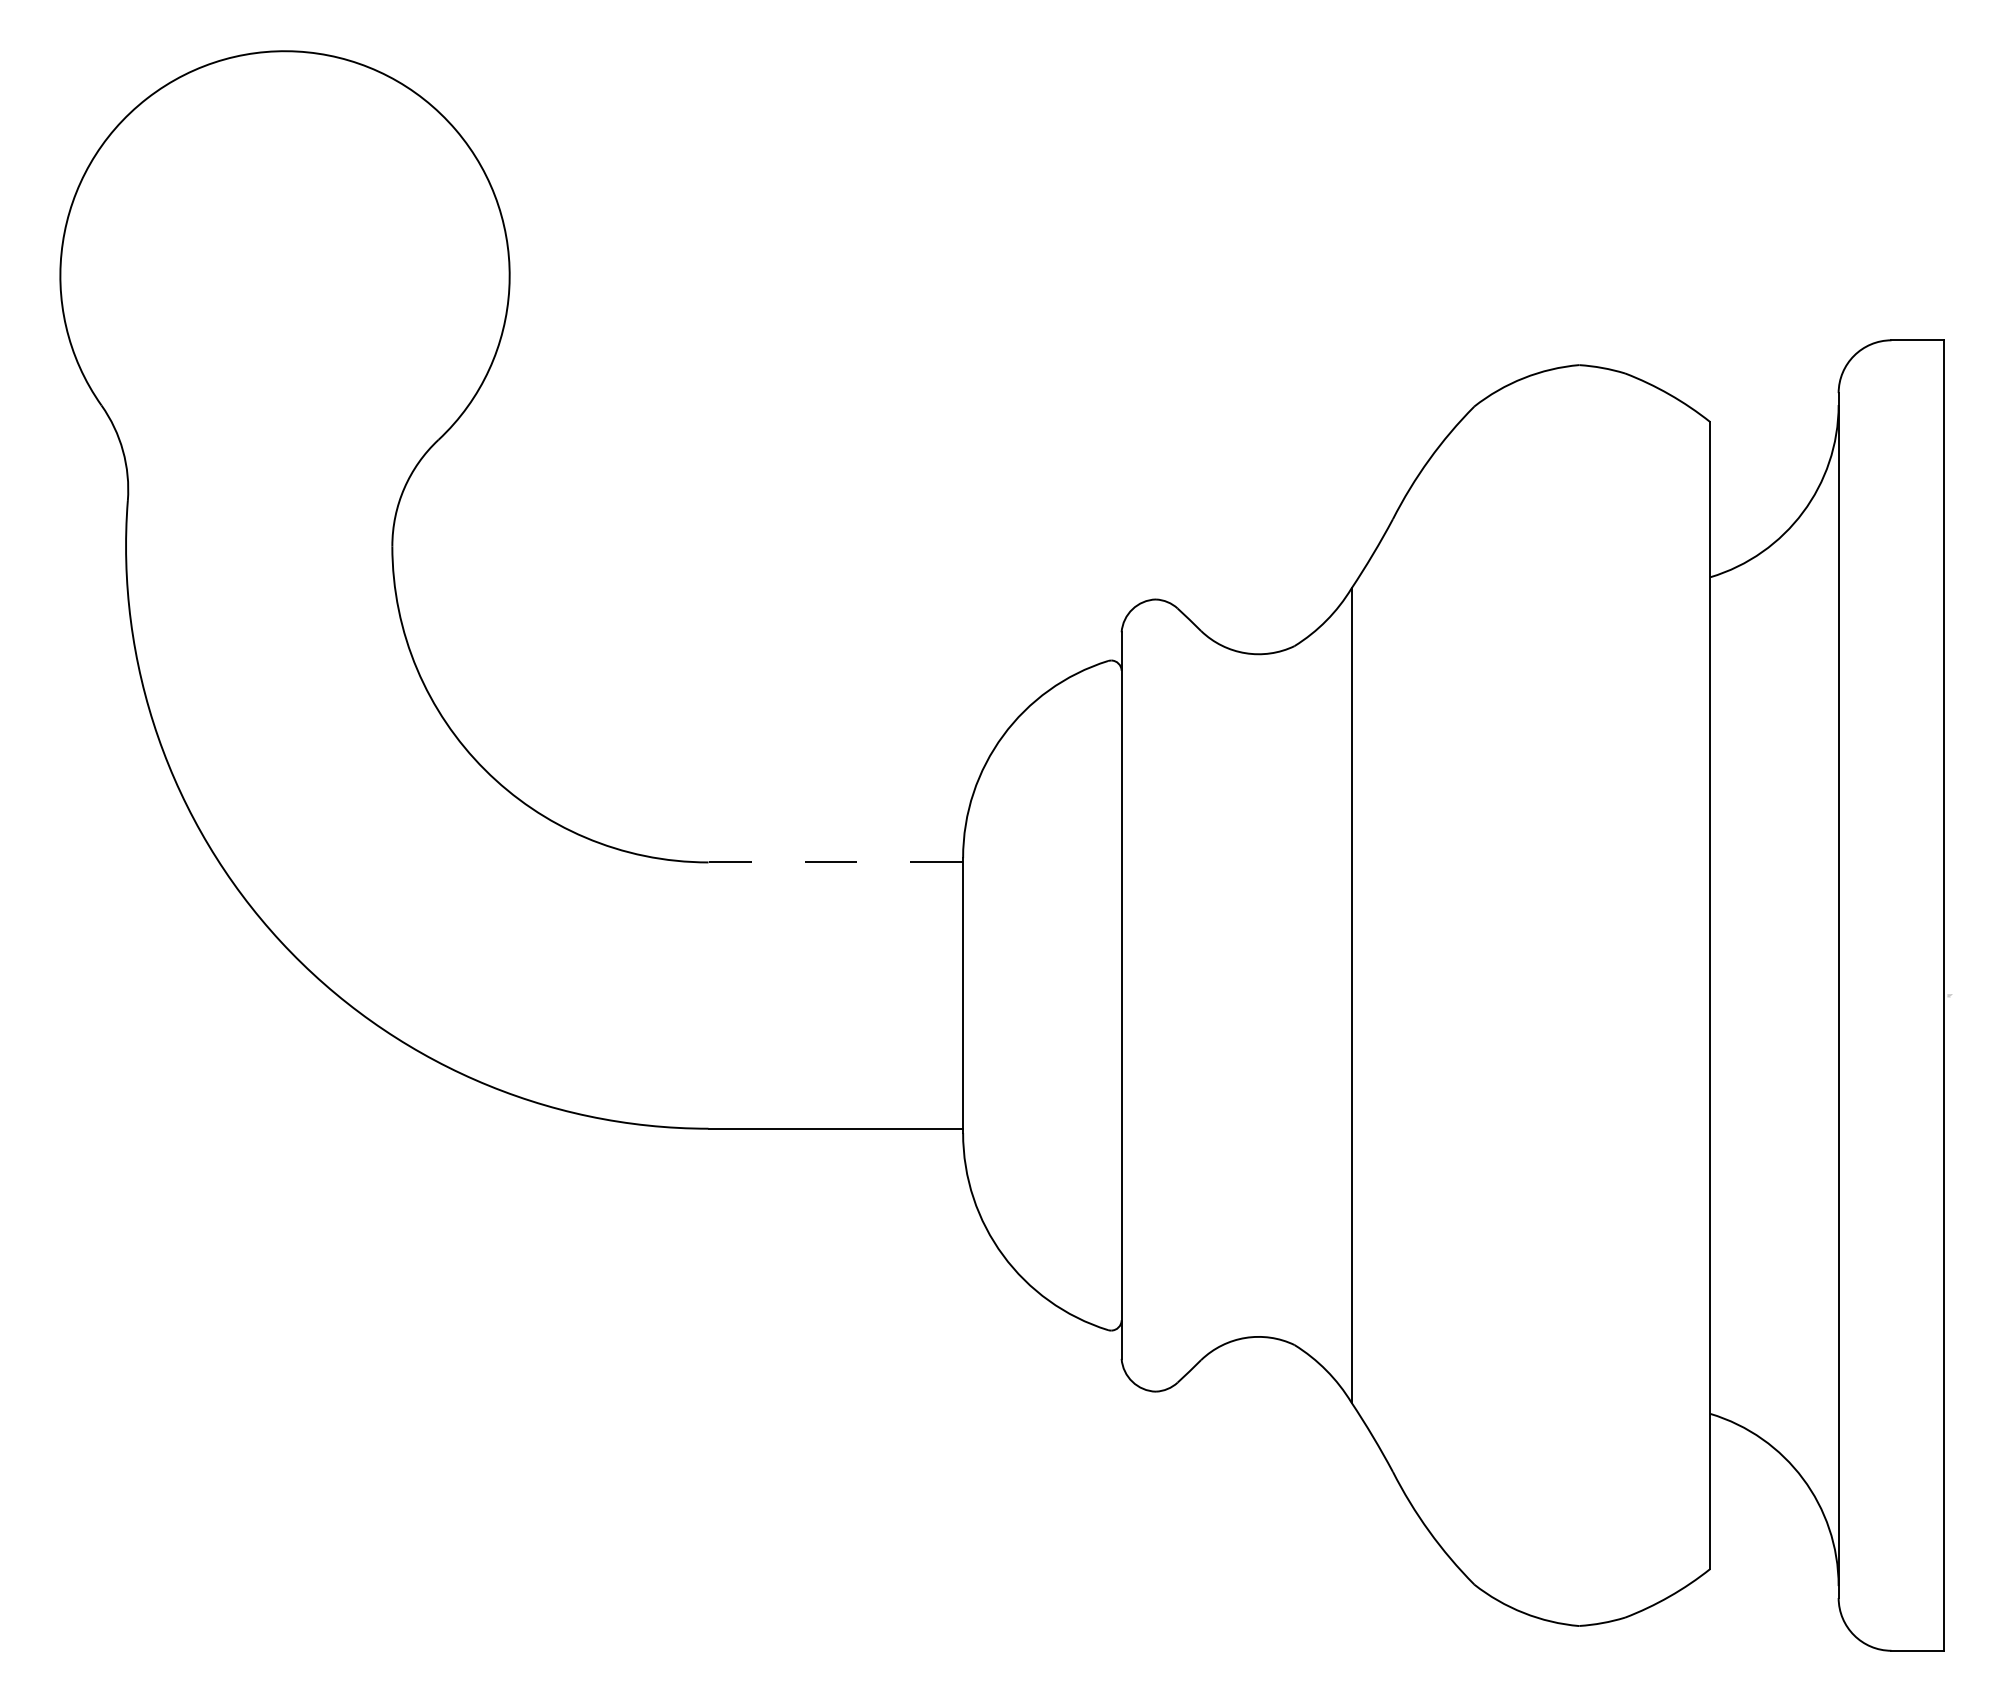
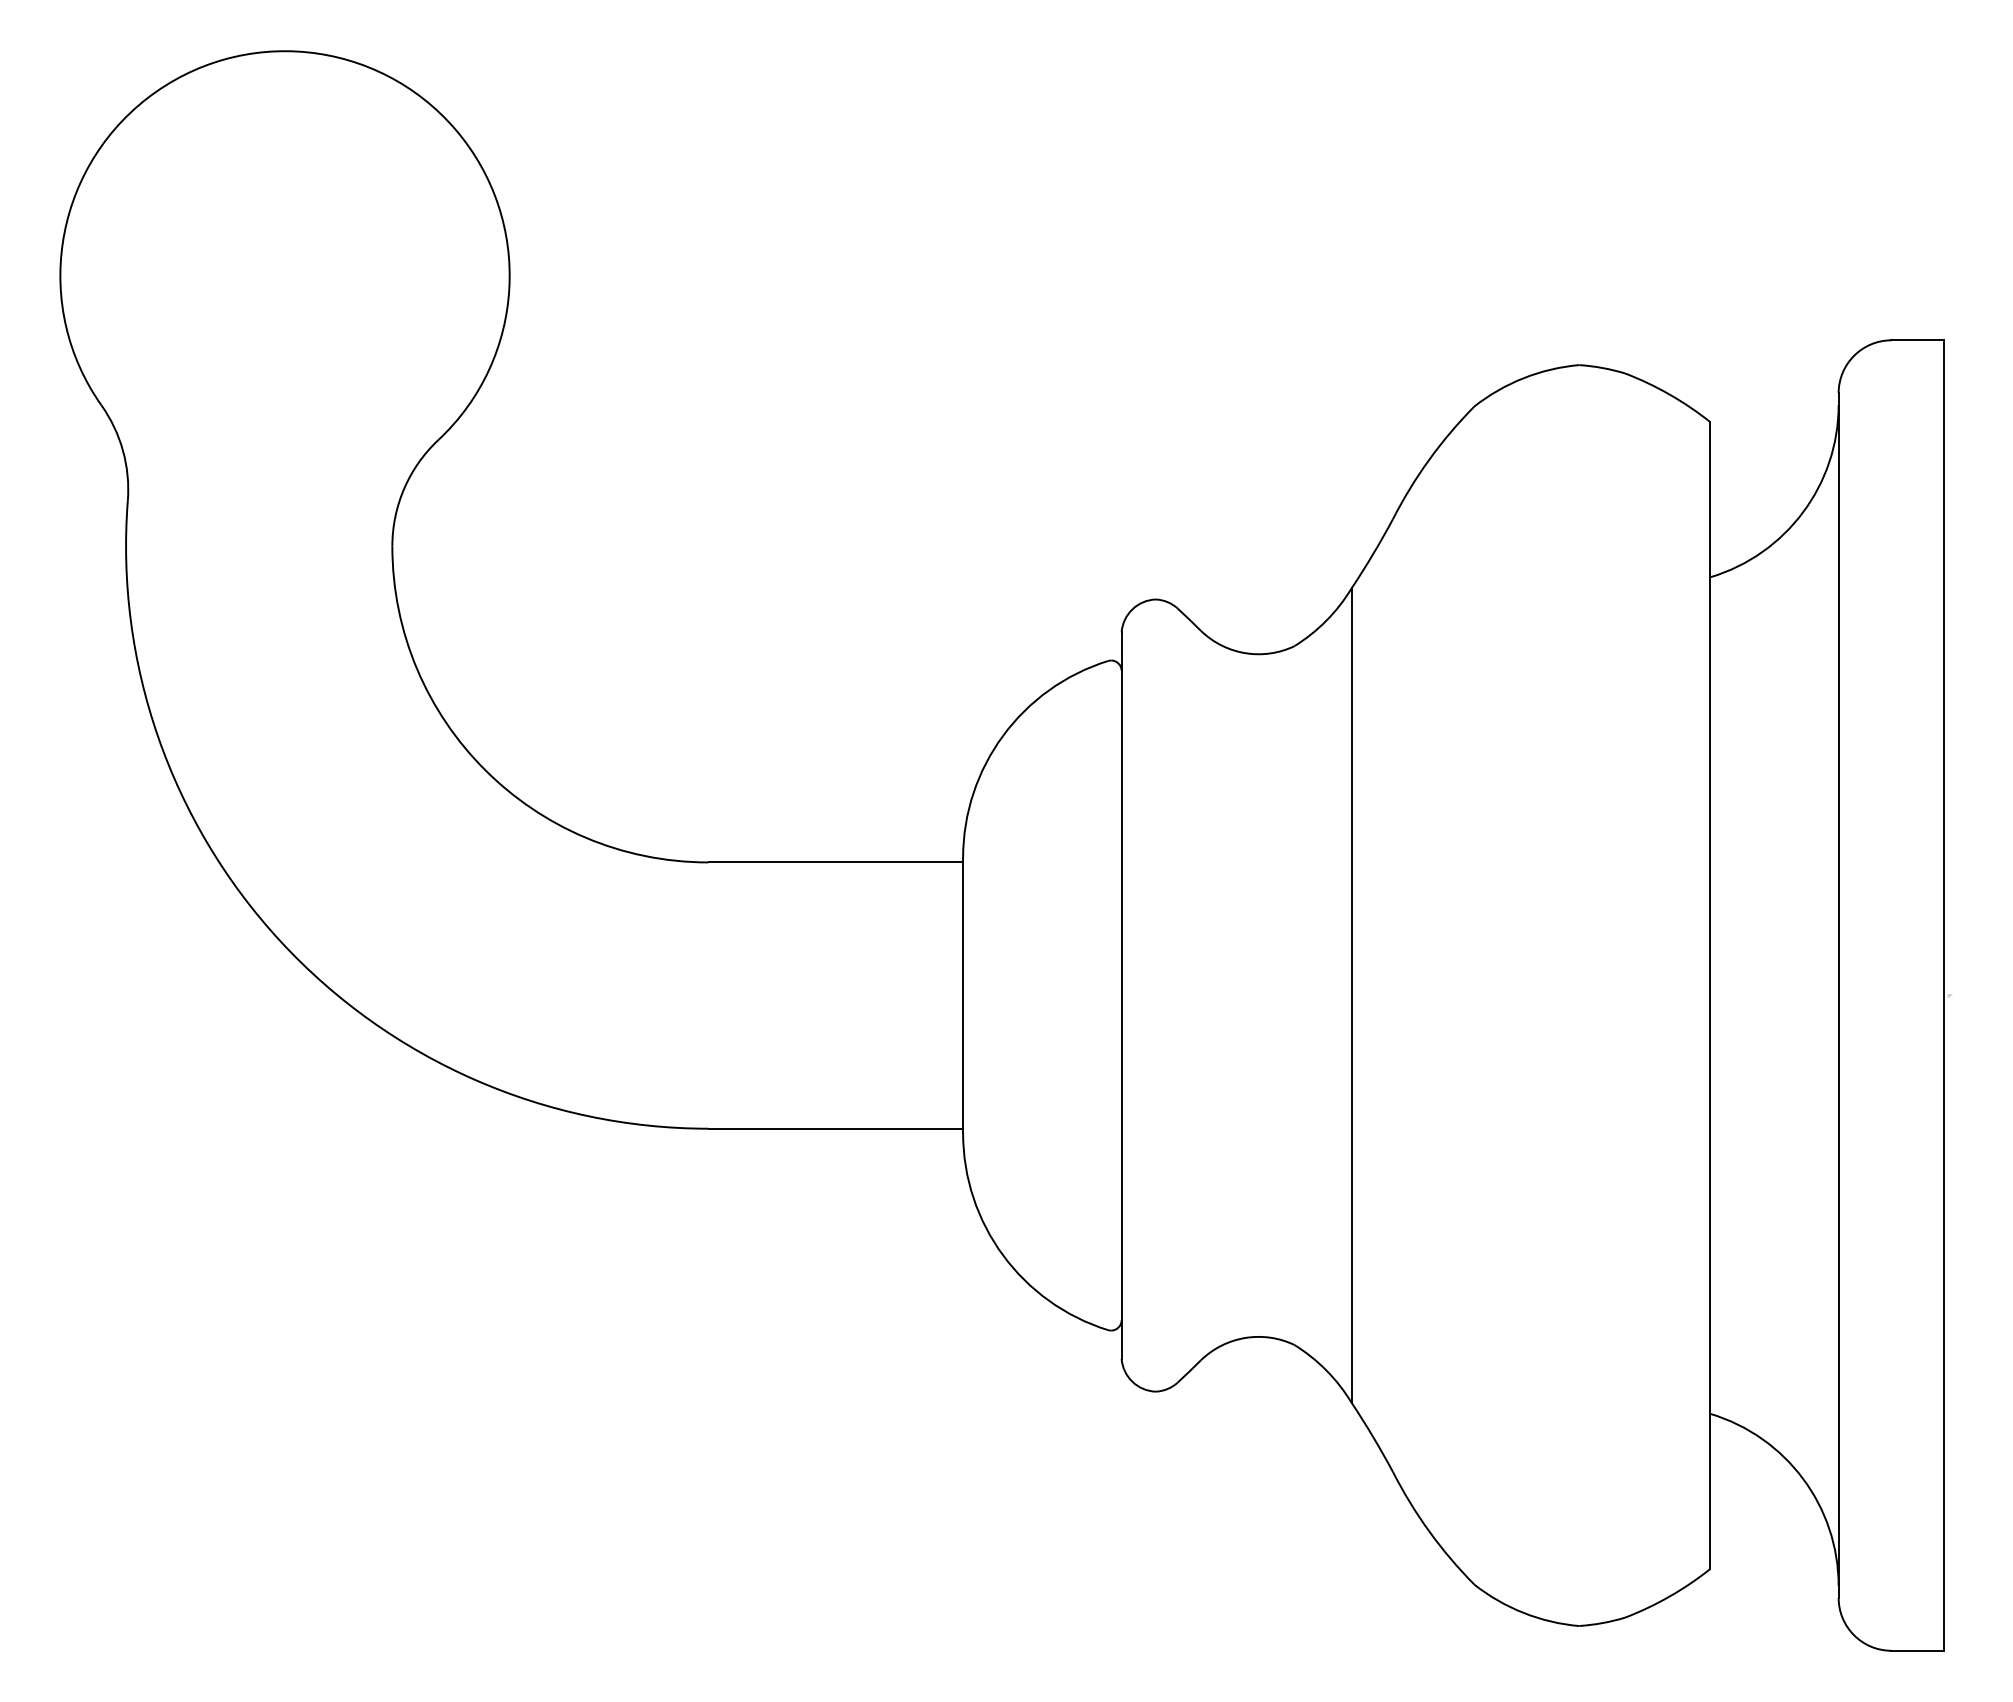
line at (835, 862): dashed -> solid
